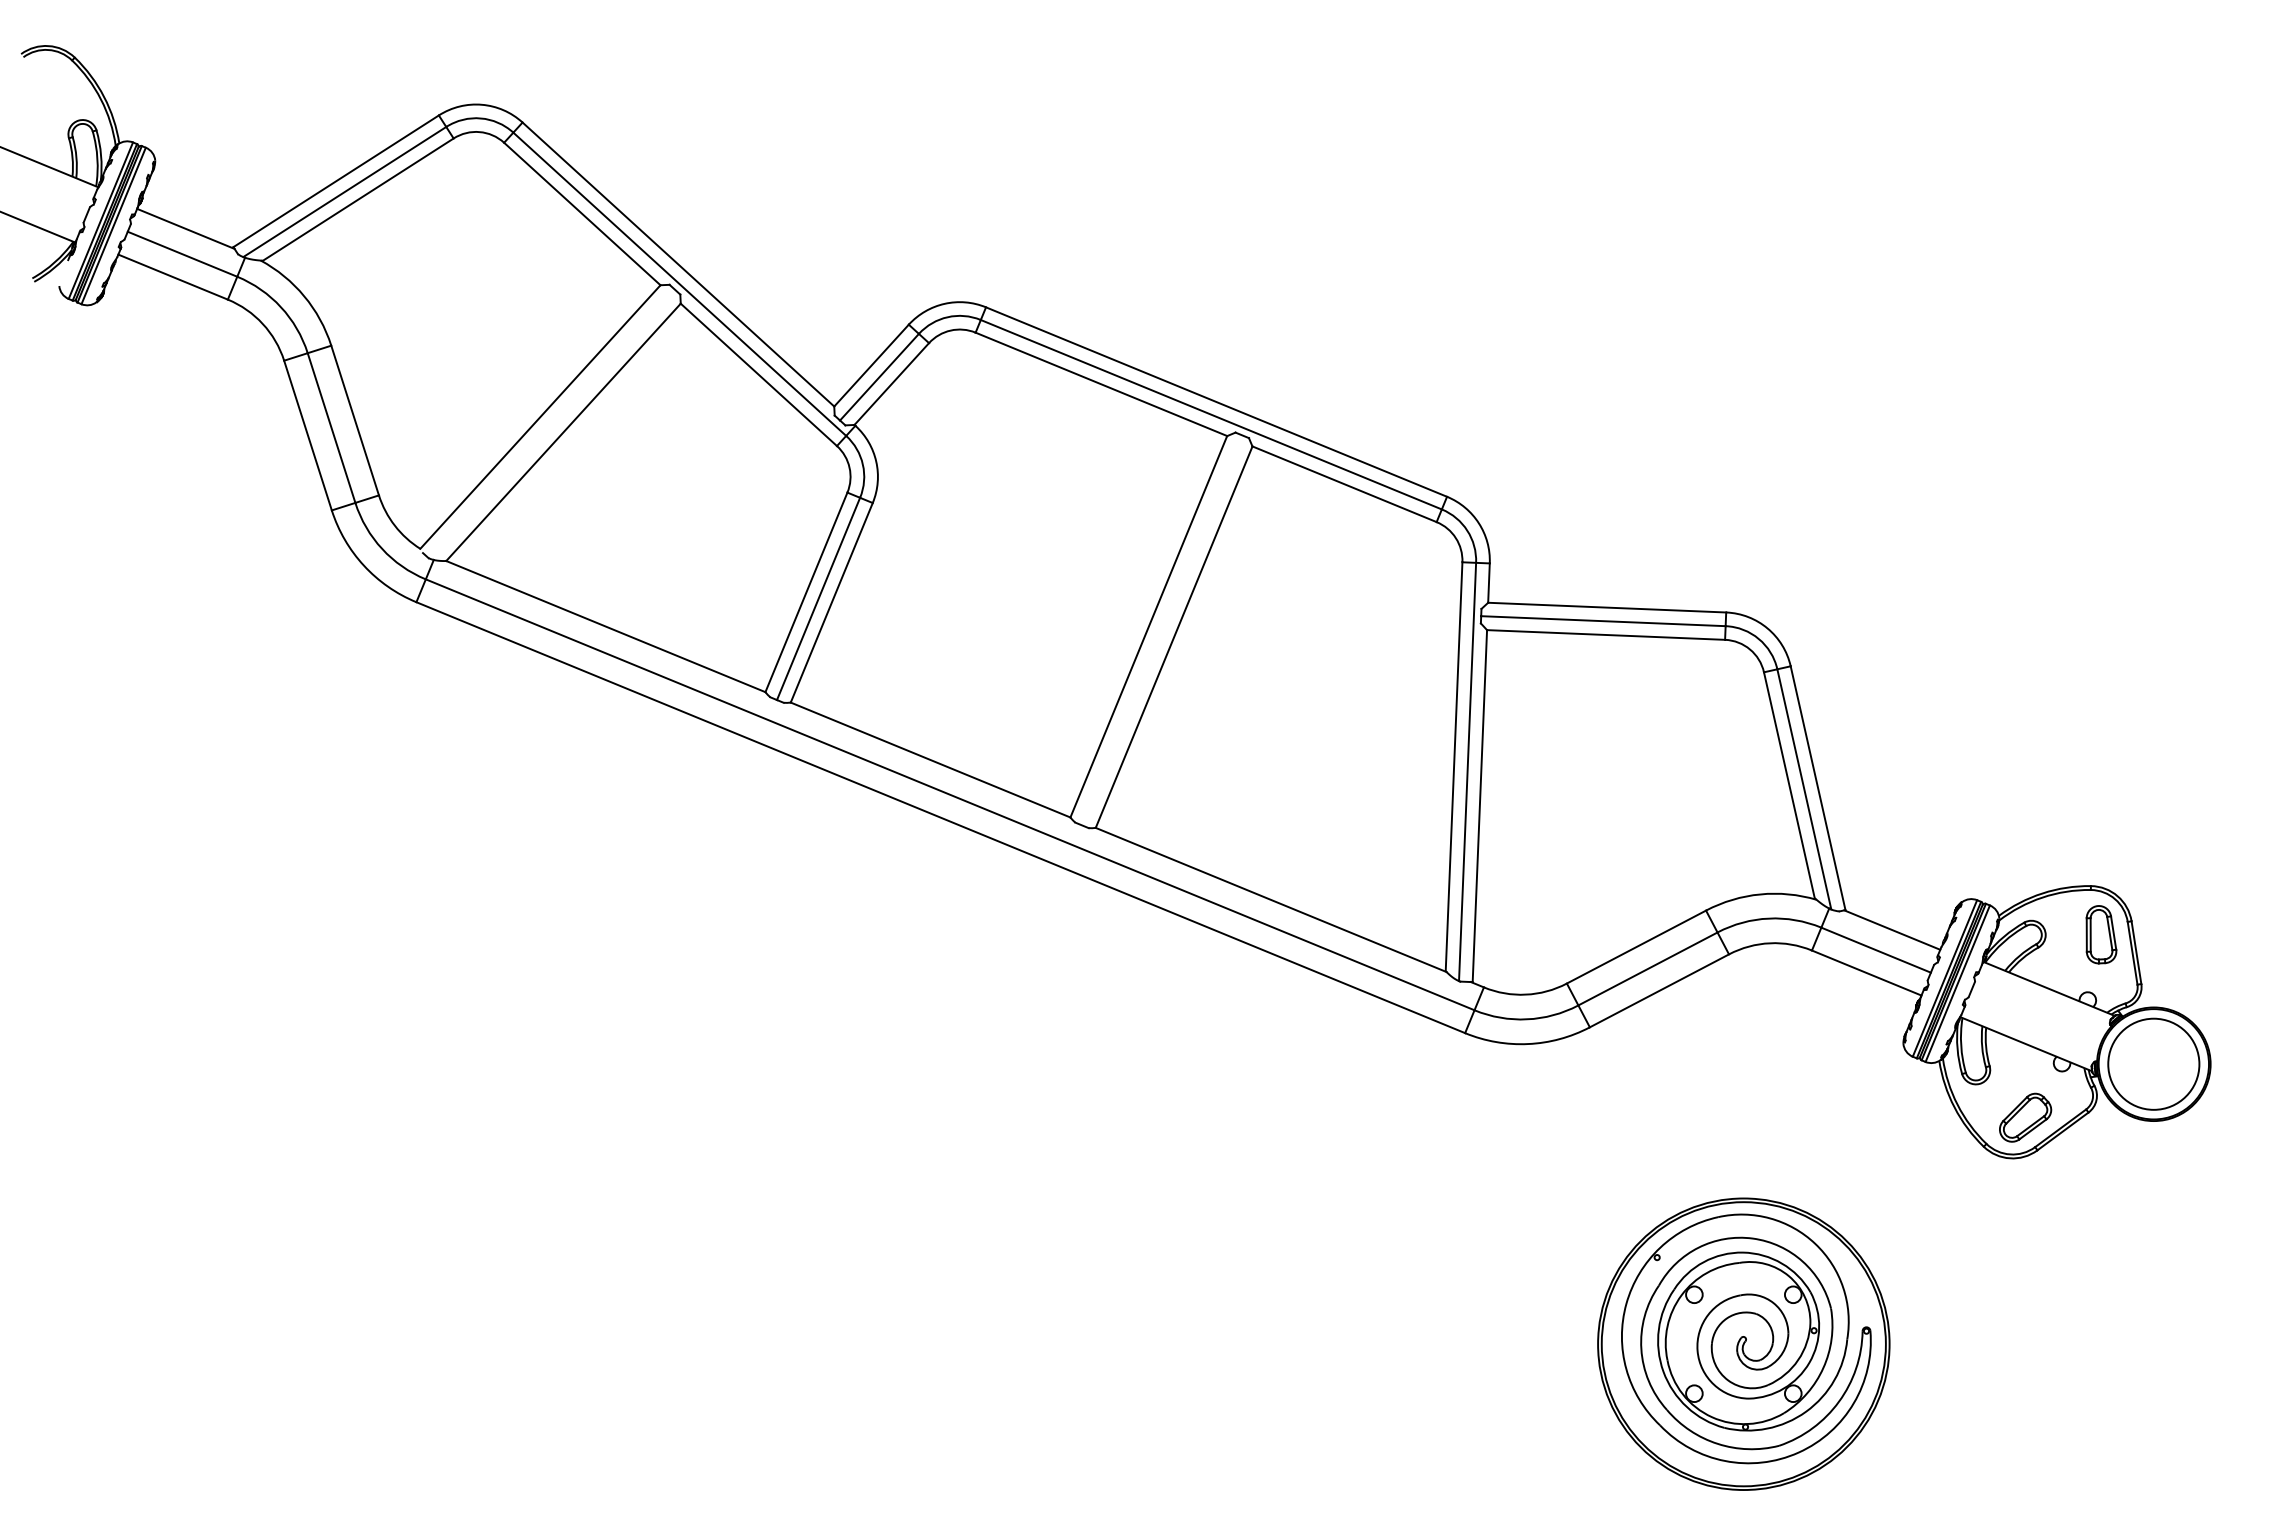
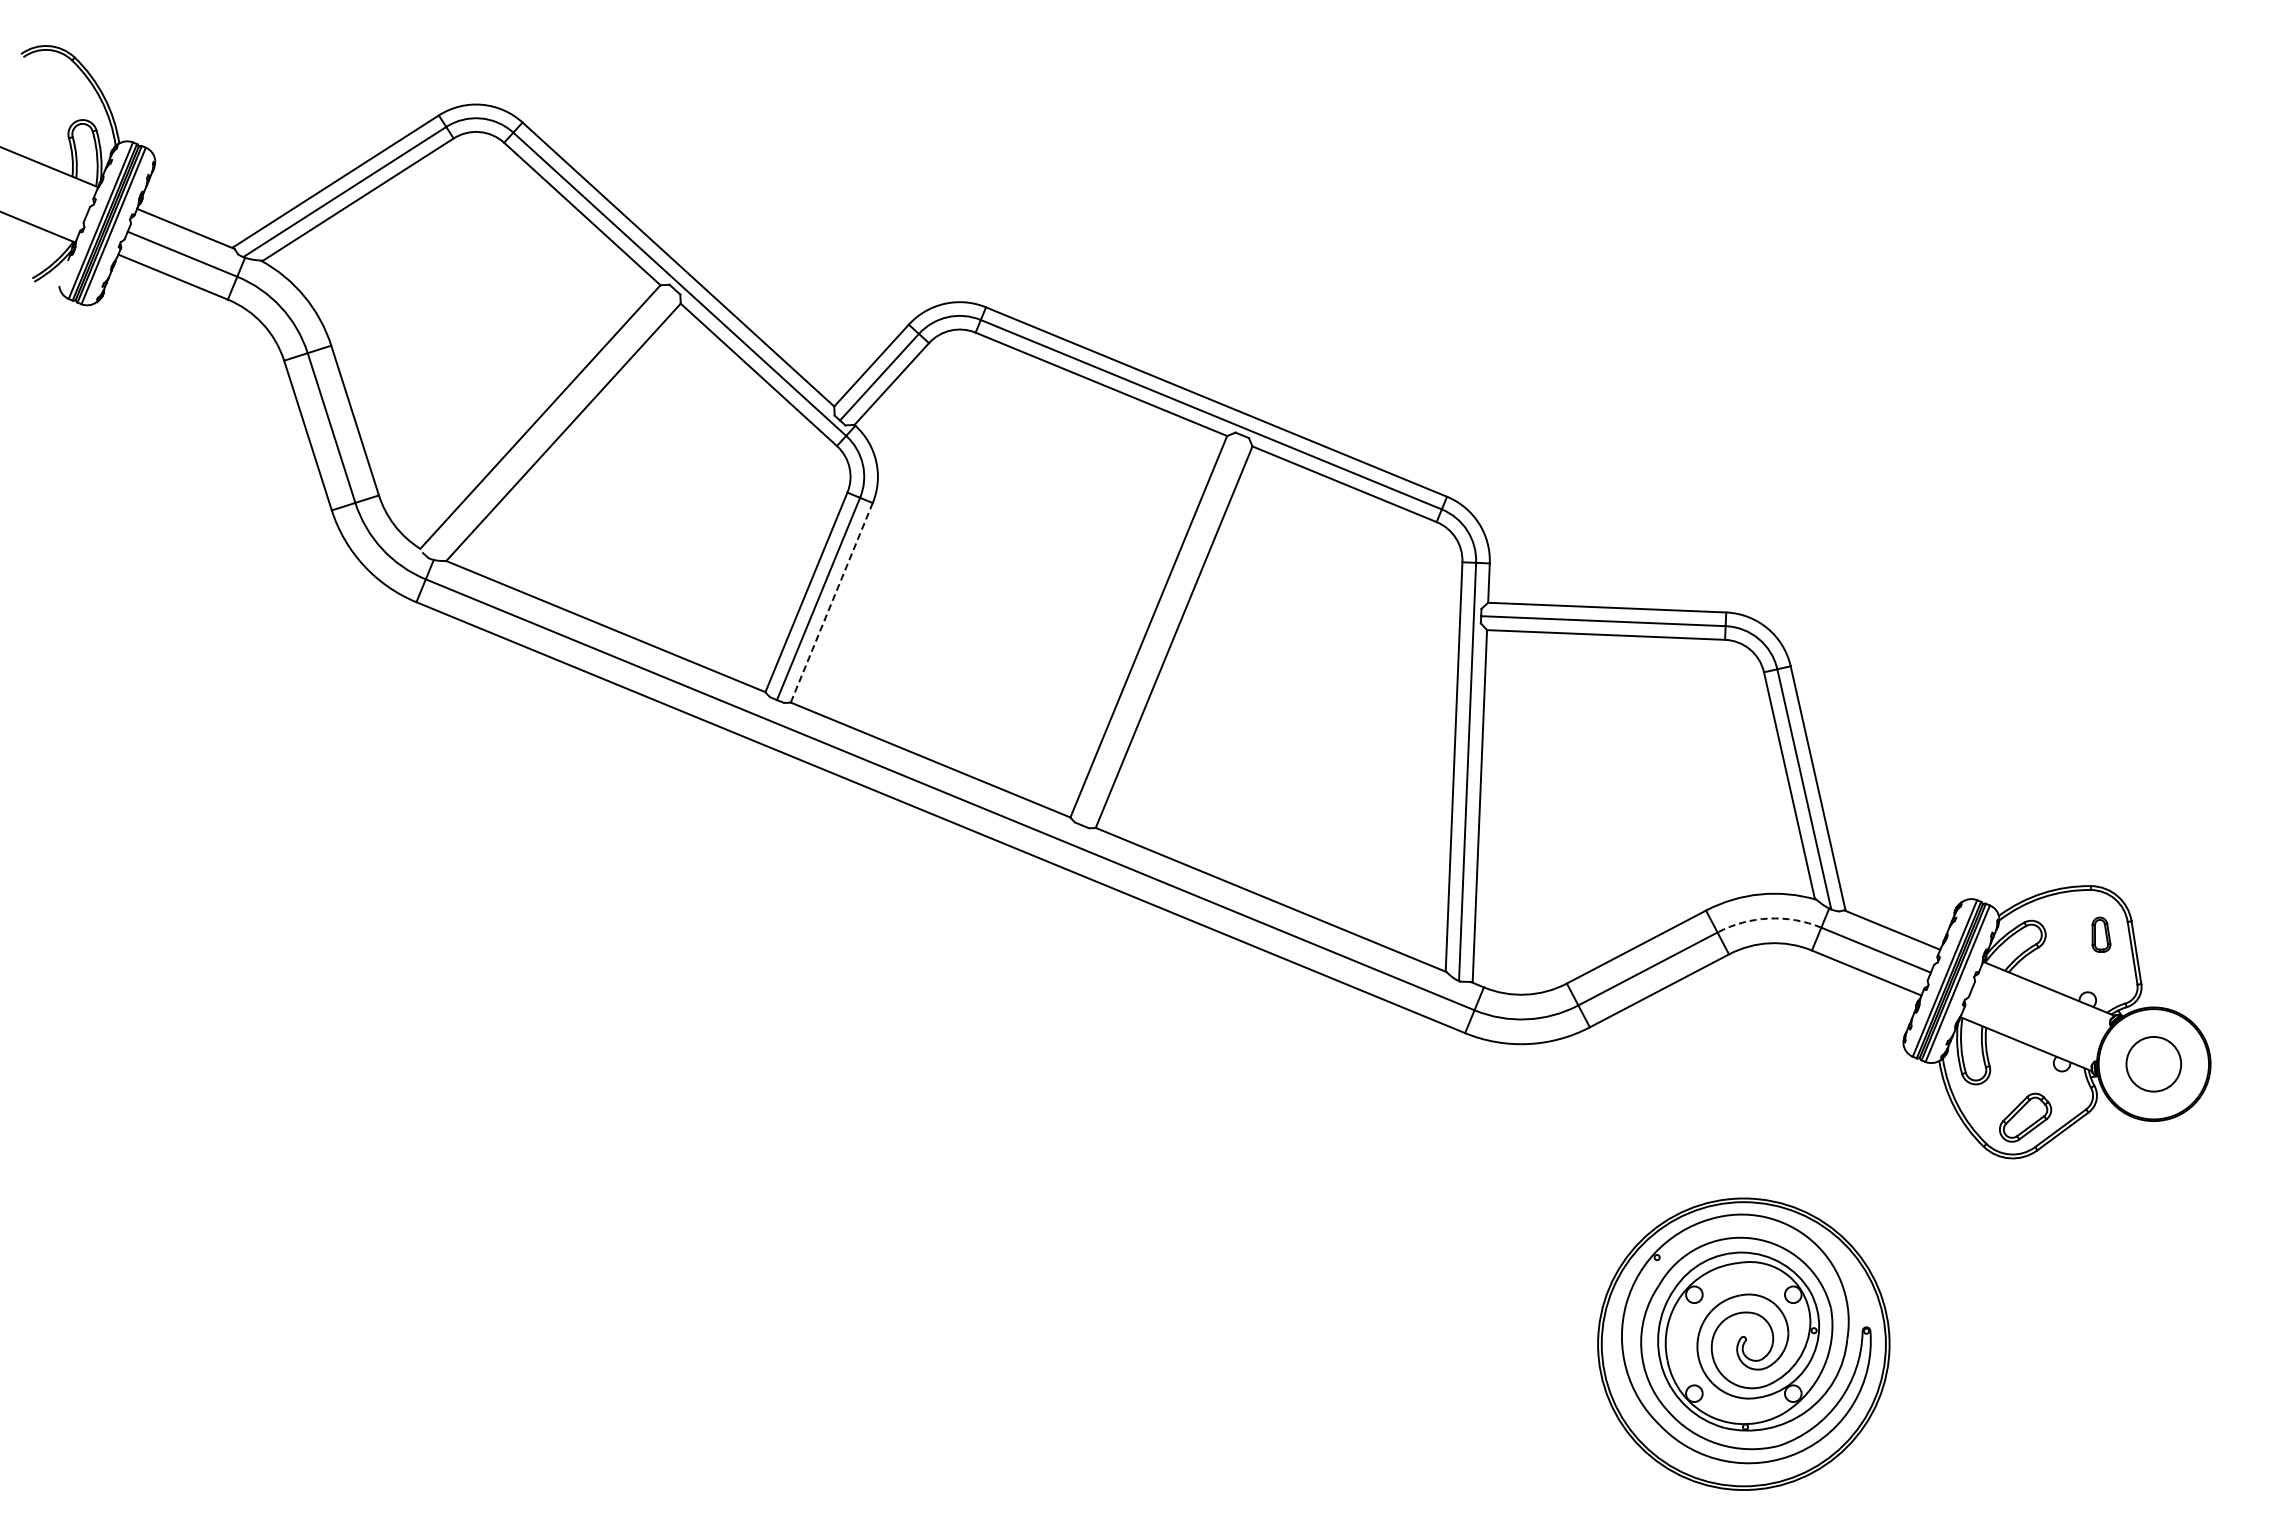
line at (831, 602): solid -> dashed
arc at (1768, 918): solid -> dashed
part at (2101, 934) size: 33x60 px -> 21x37 px
circle at (2153, 1063) diameter: 91 px -> 55 px
